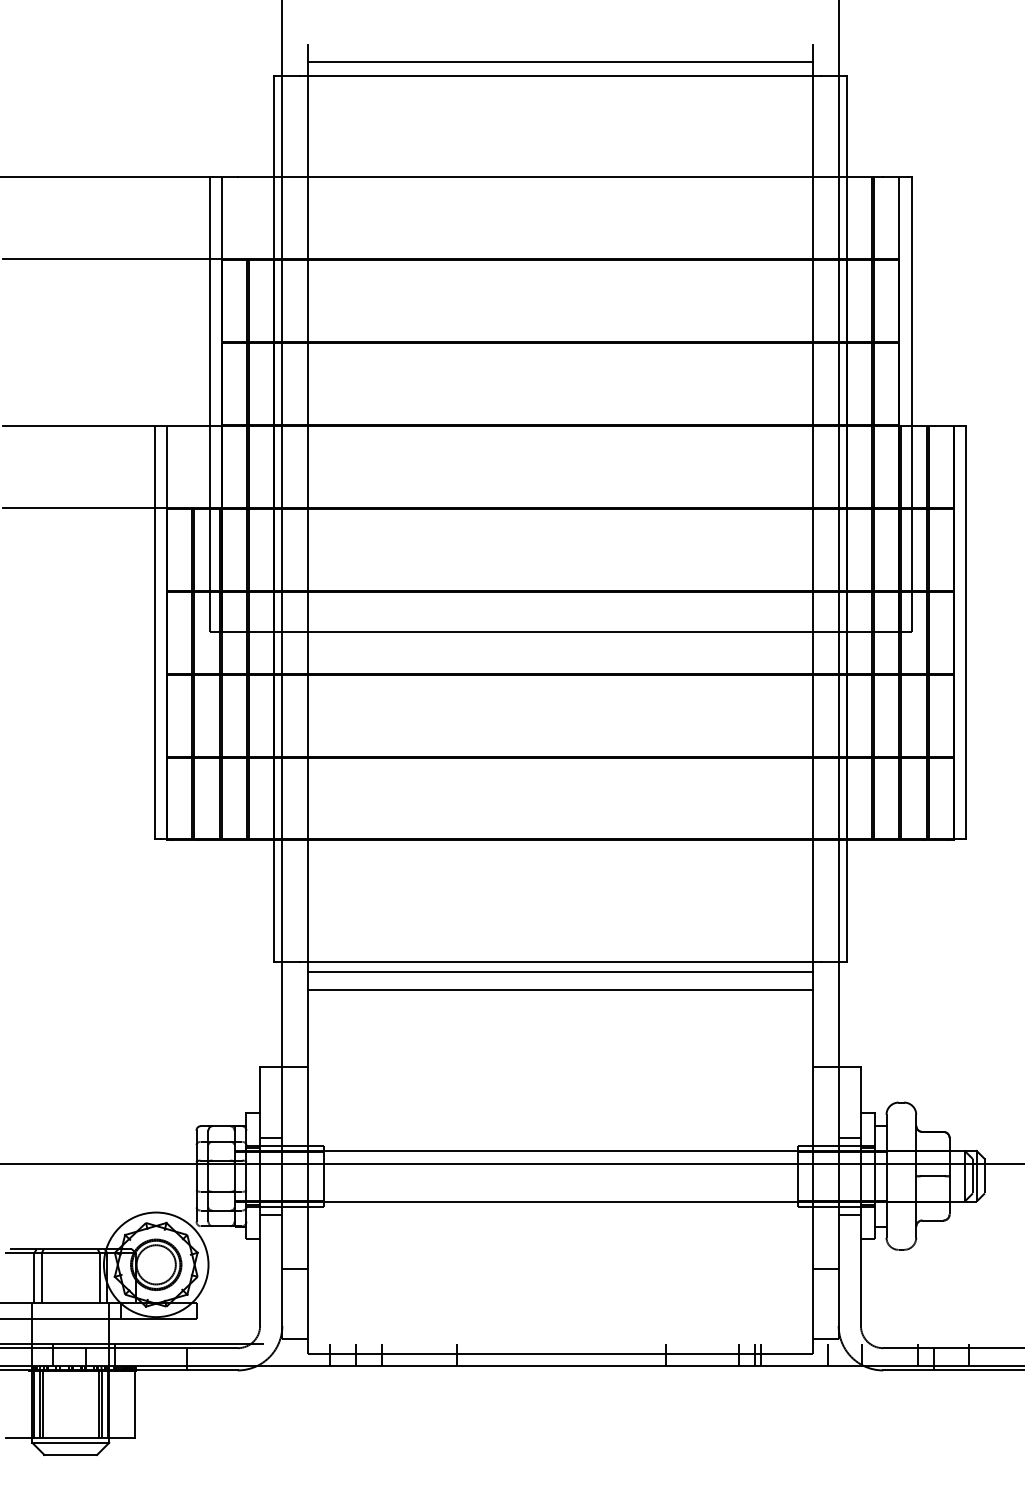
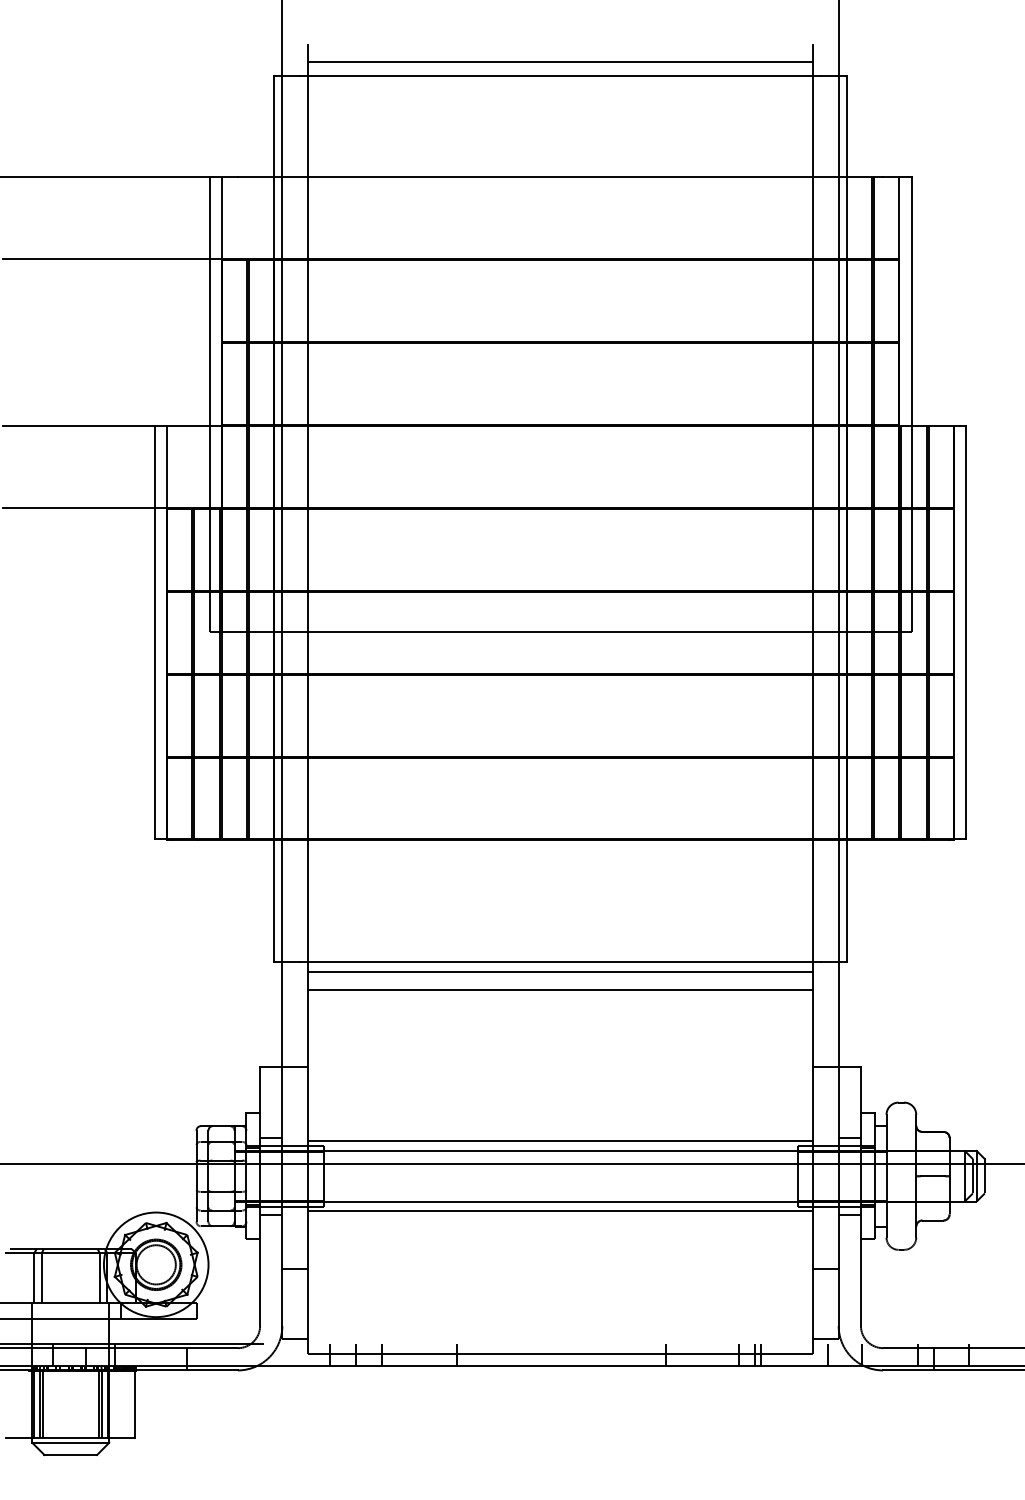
line at (560, 1141): none -> present
line at (560, 1211): none -> present
